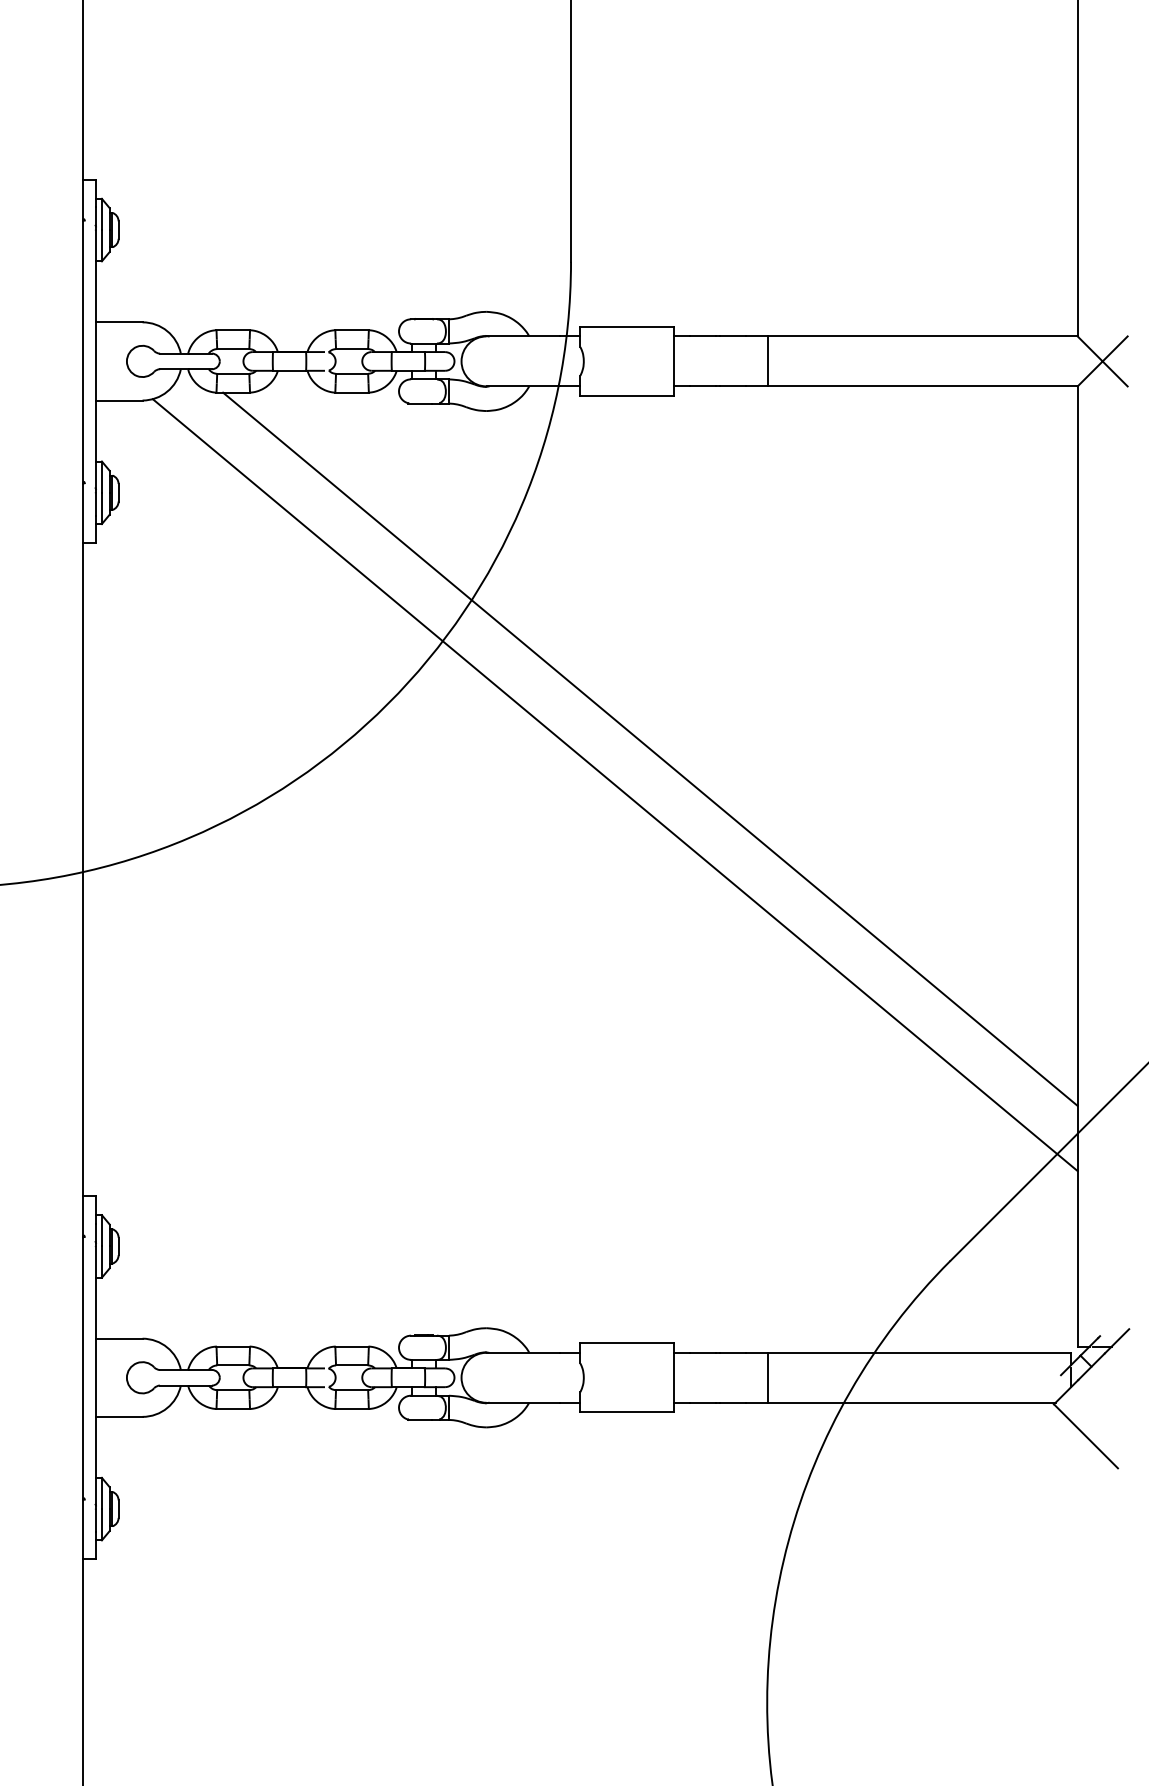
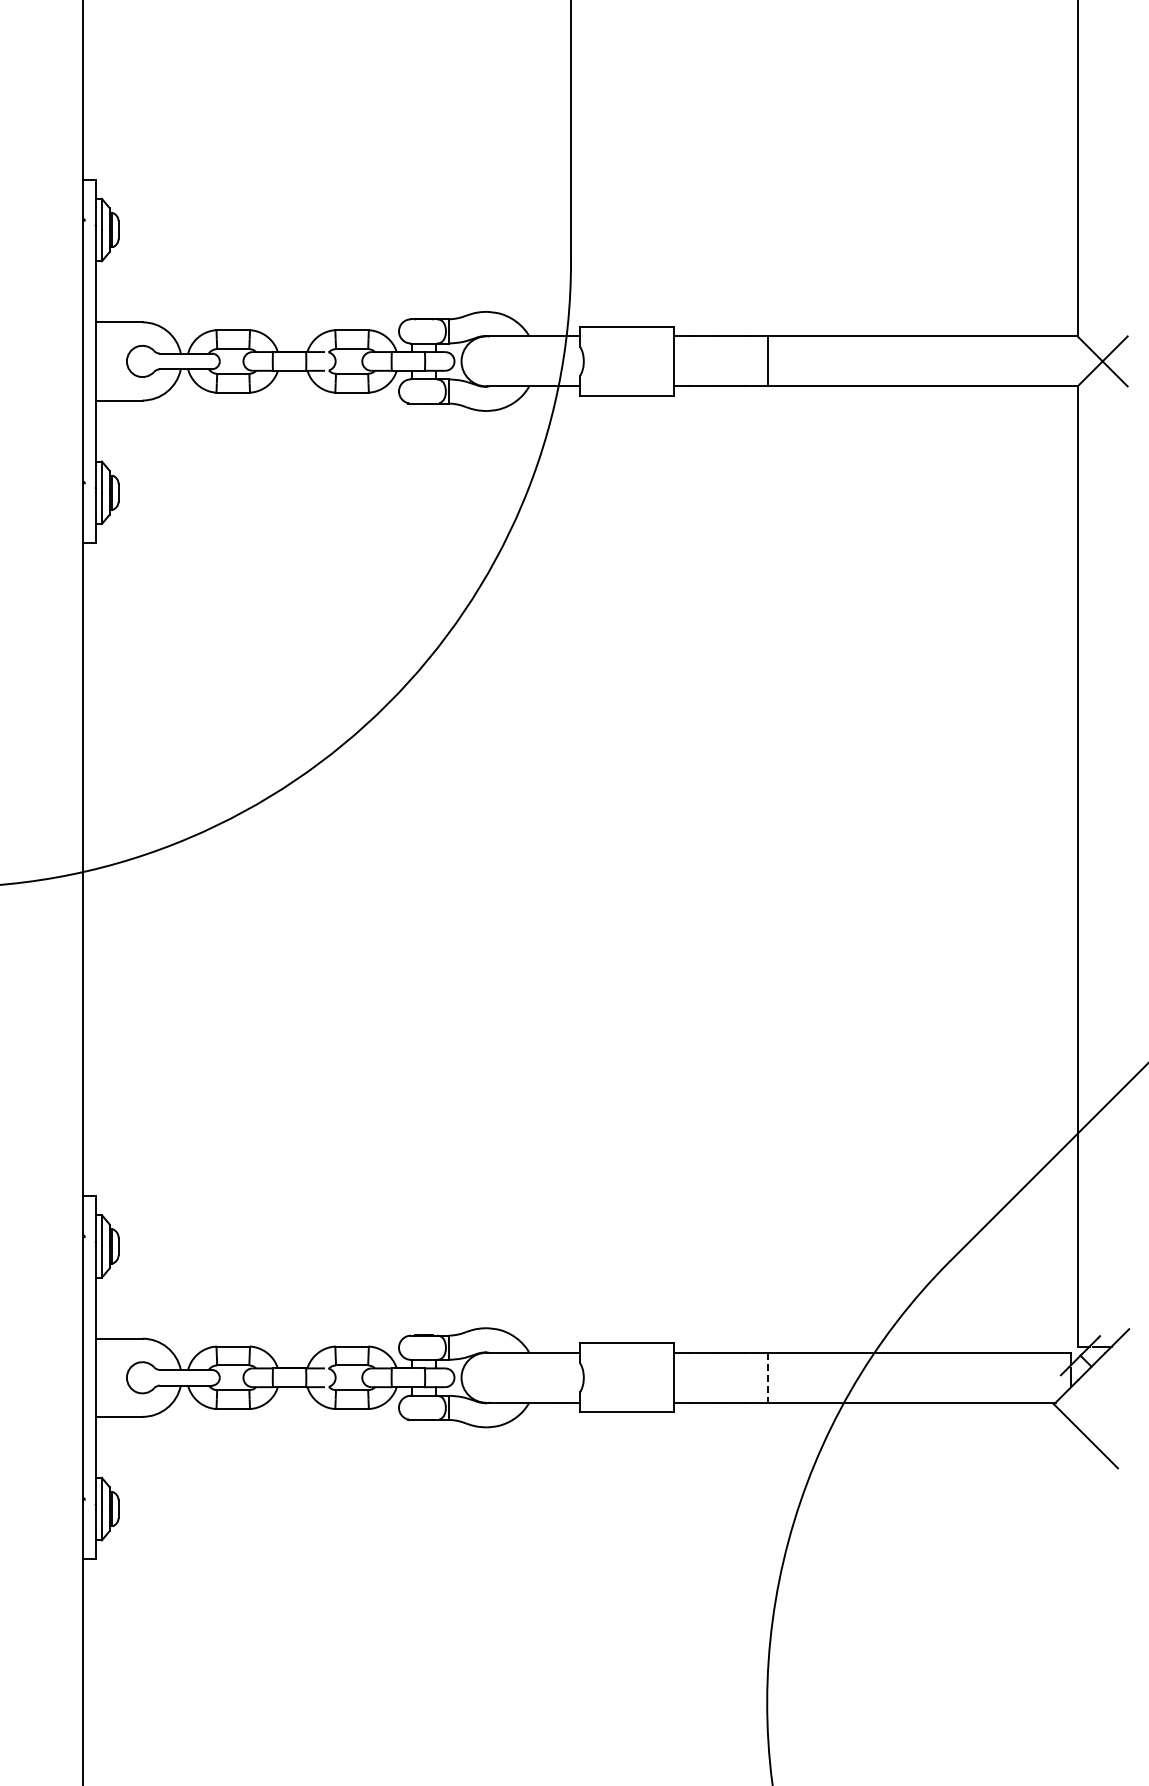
line at (650, 748): present -> none
line at (614, 785): present -> none
line at (768, 1378): solid -> dashed
